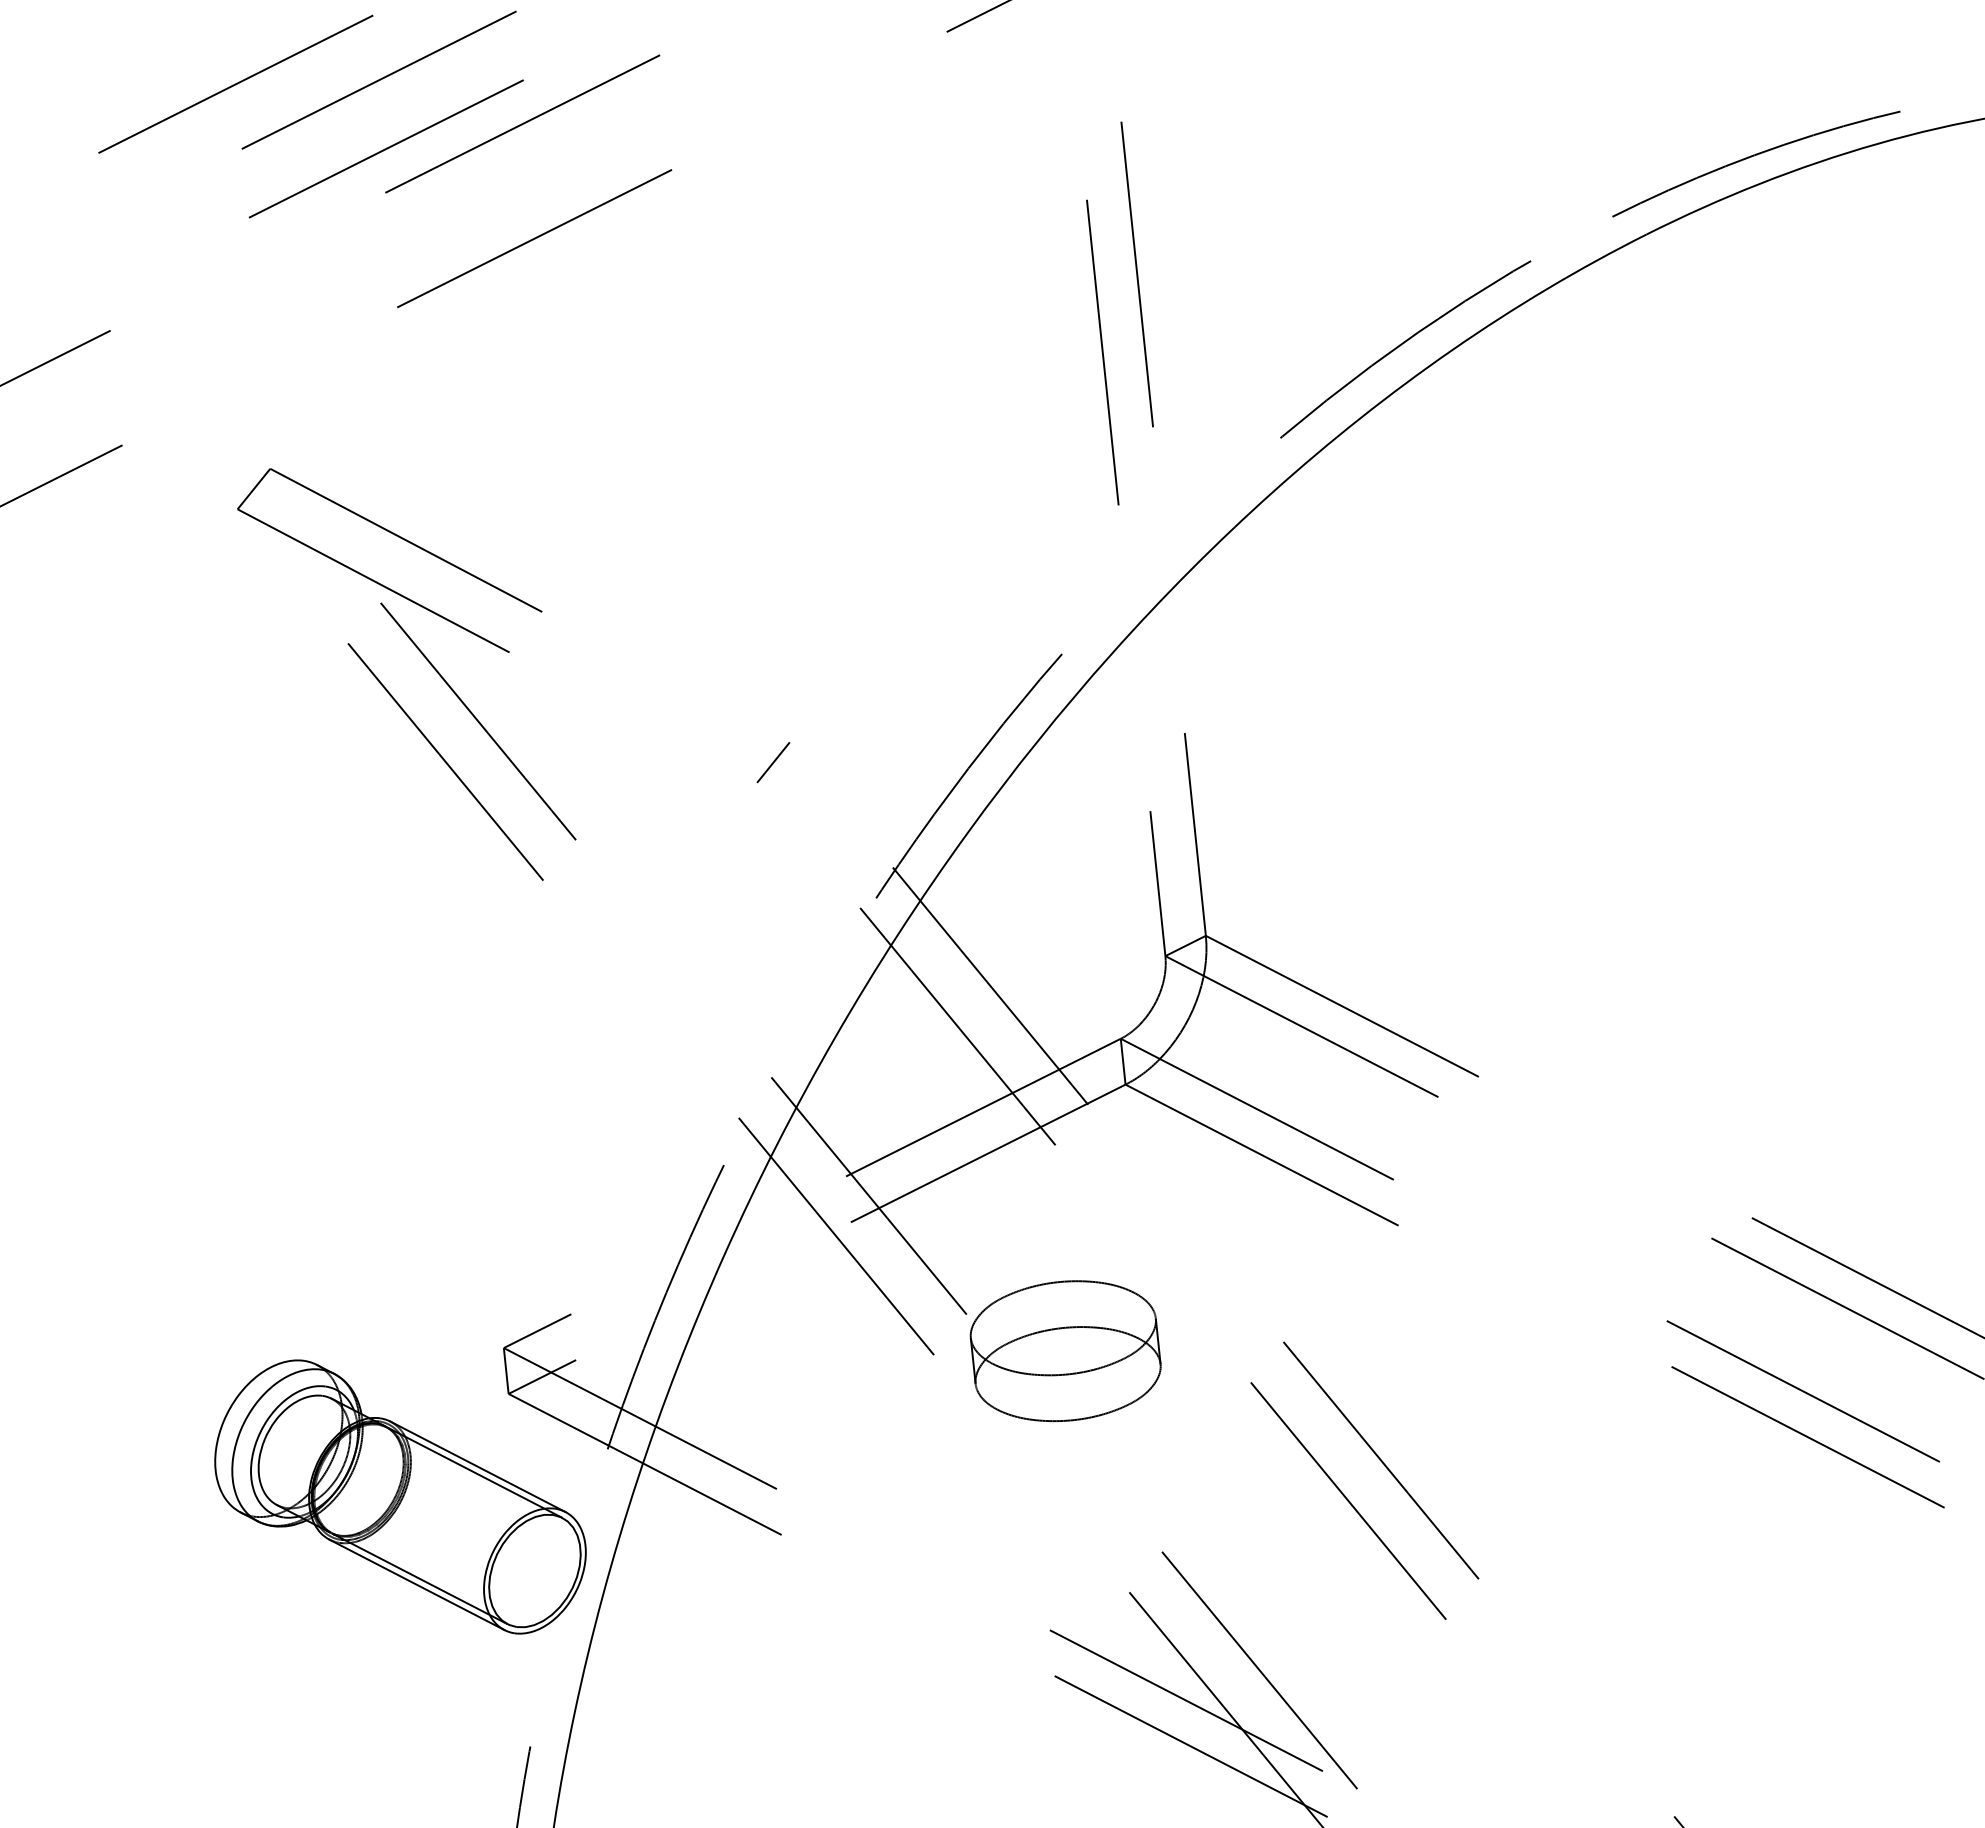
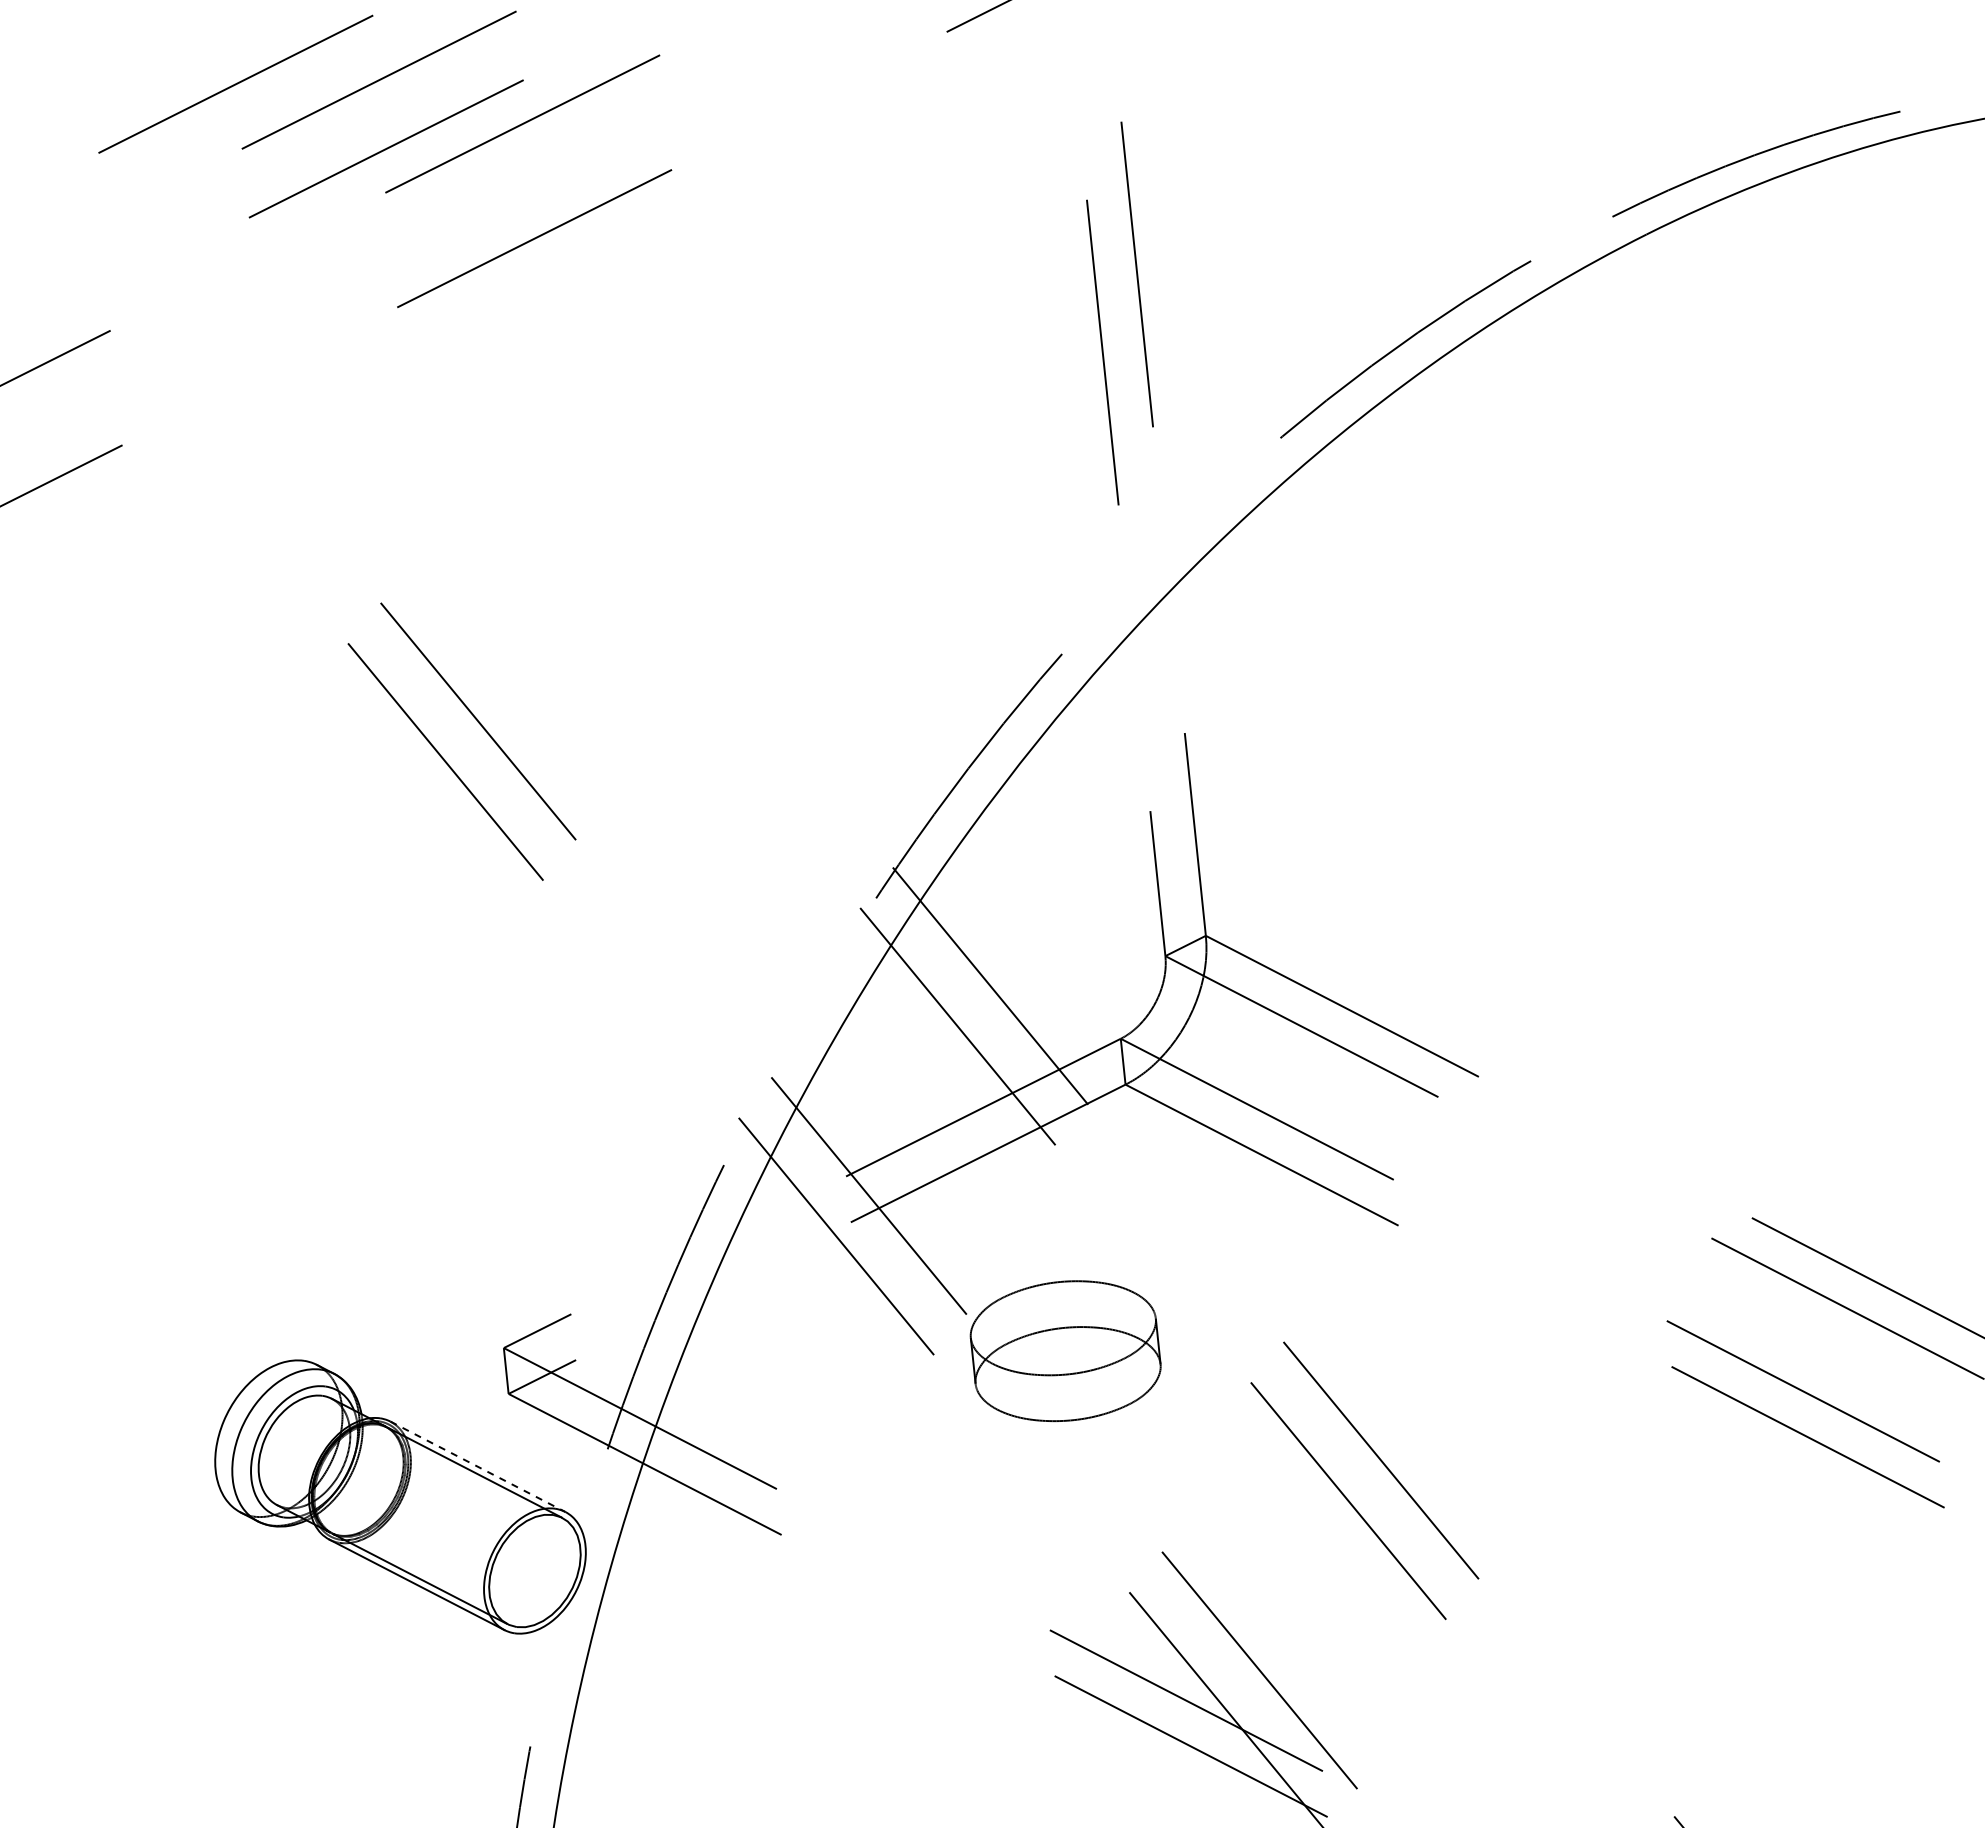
part at (379, 582): present -> none
line at (773, 762): present -> none
line at (478, 1467): solid -> dashed
